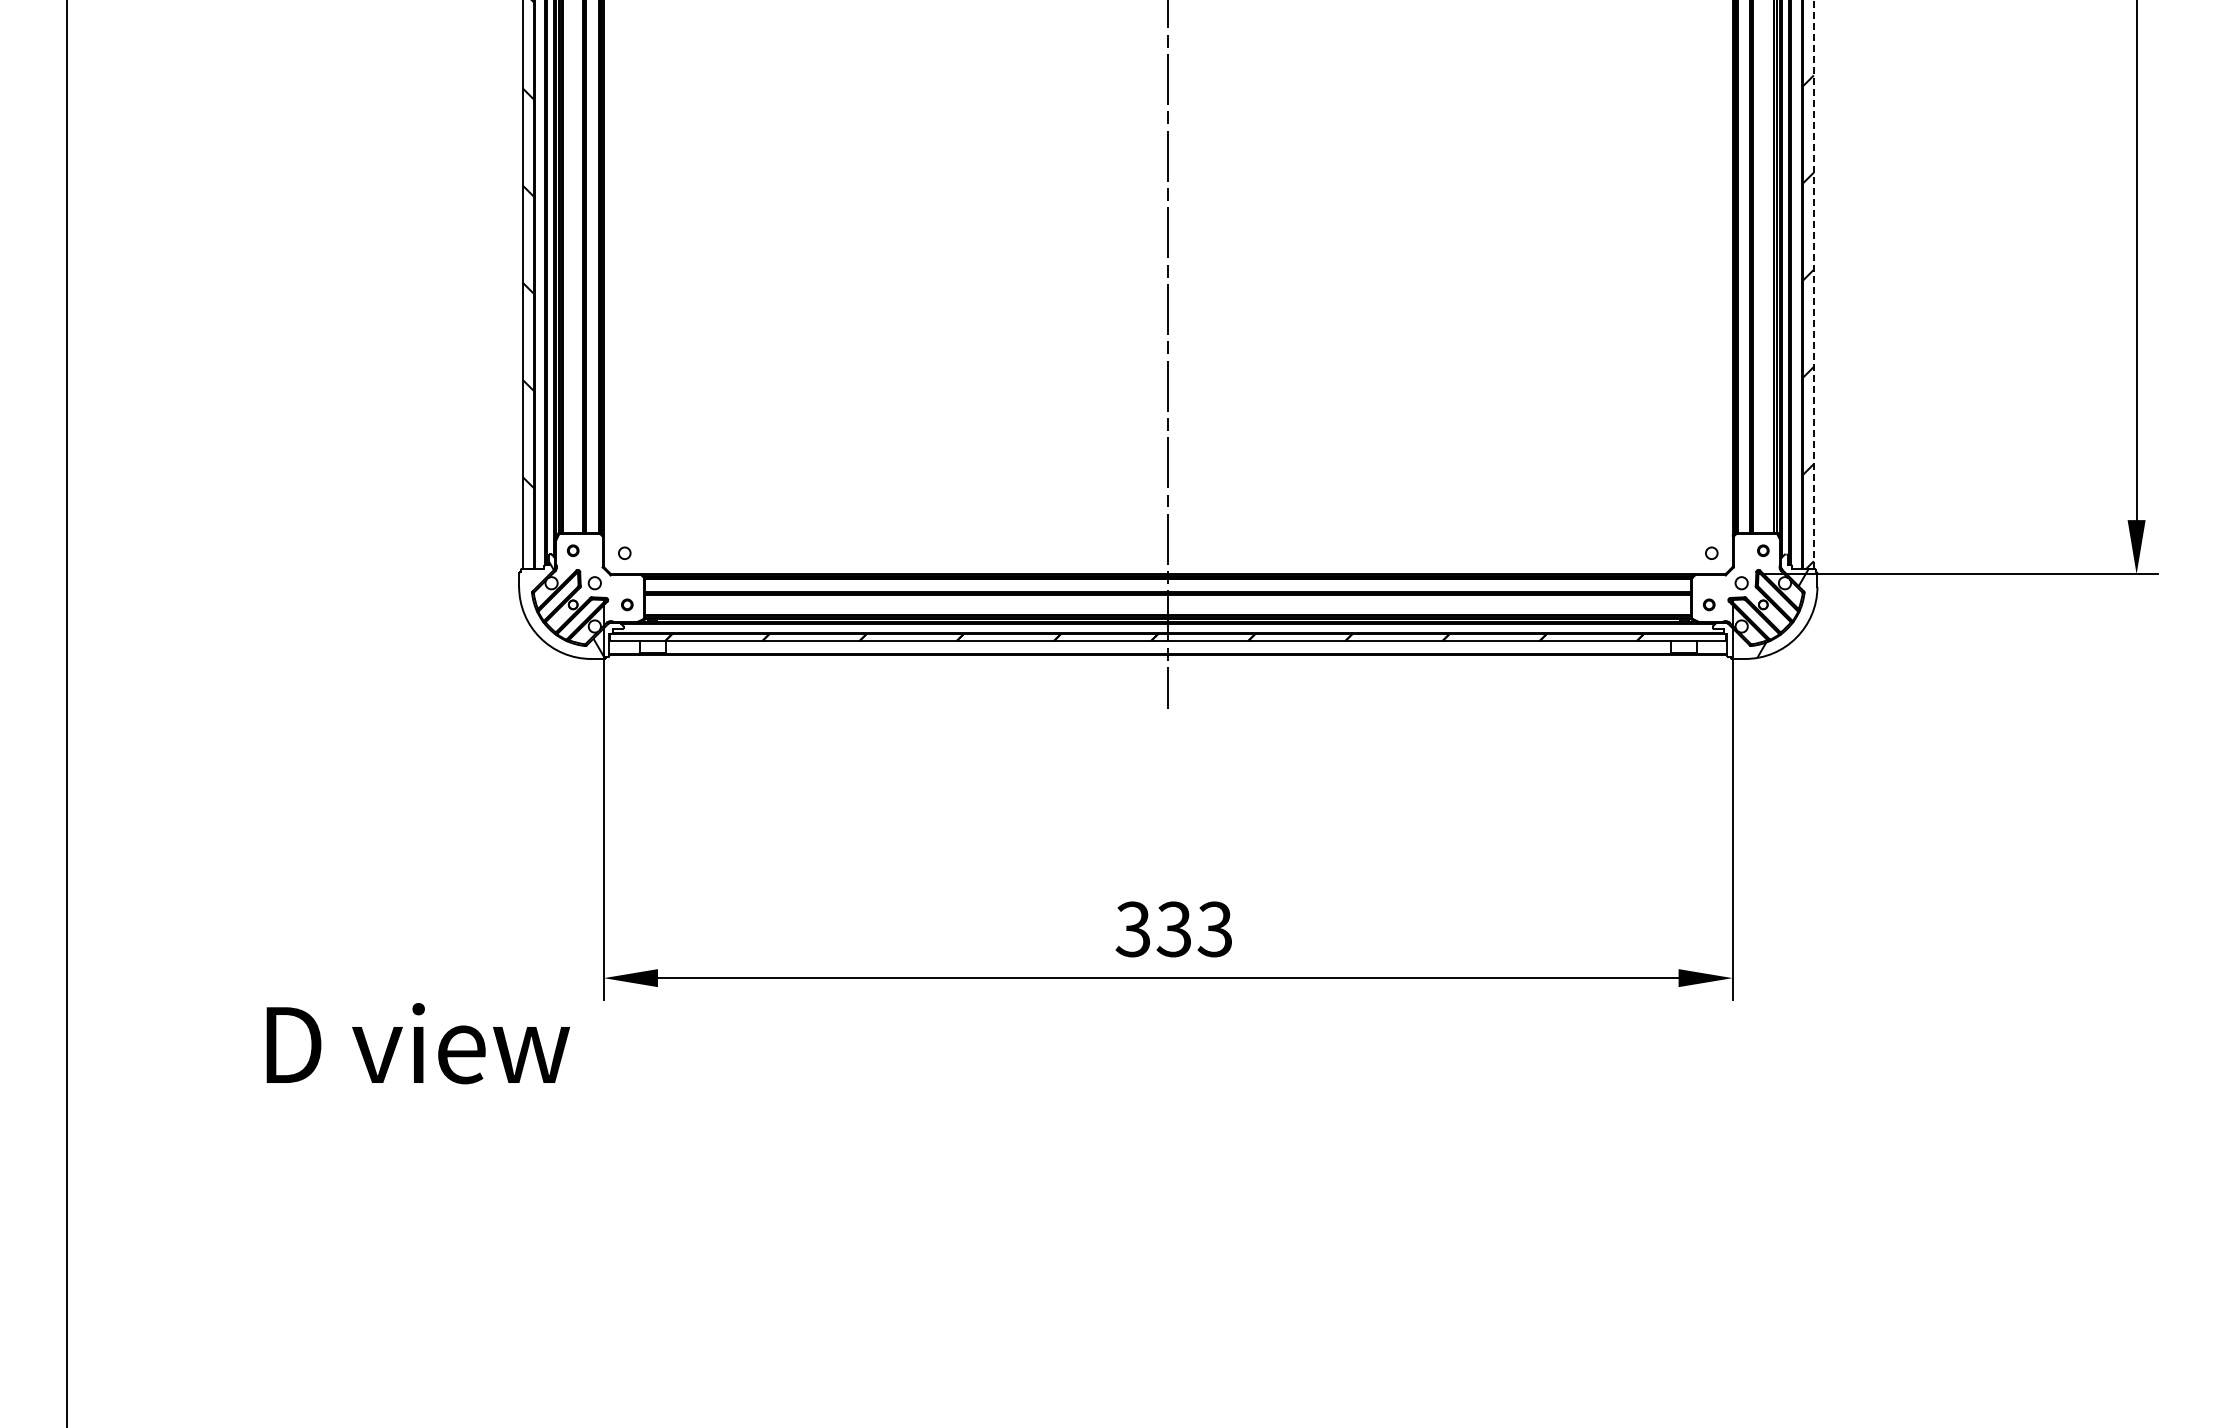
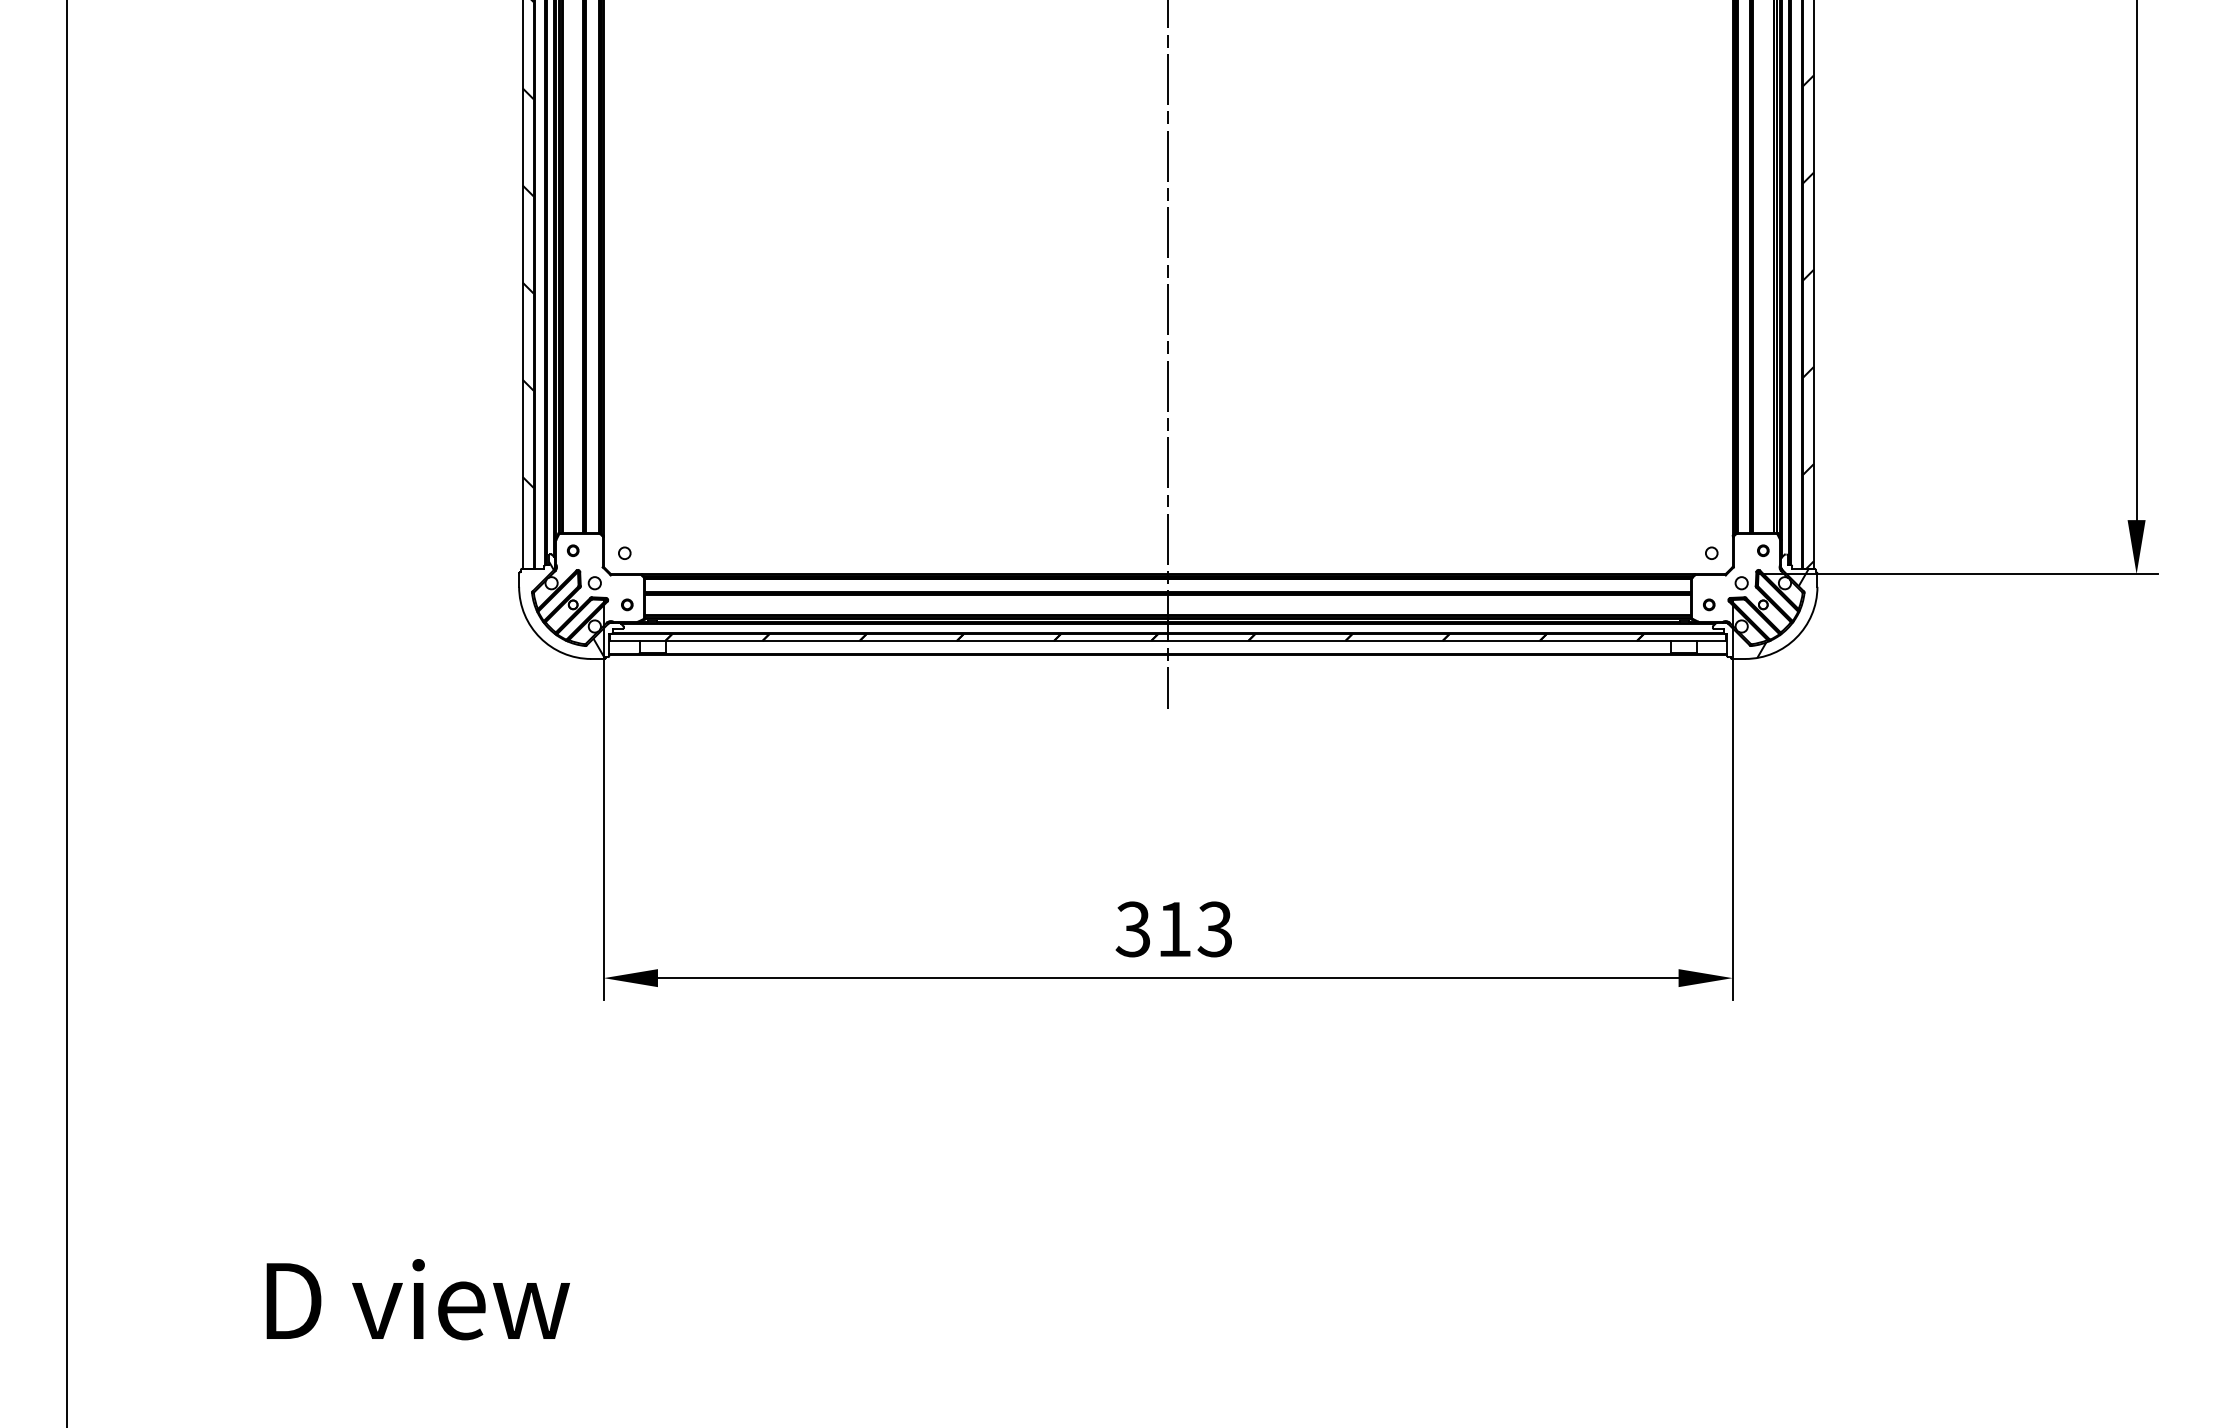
line at (1813, 283): dashed -> solid
text at (1173, 929): 333 -> 313
text at (417, 1043) position: (417, 1043) -> (417, 1299)
